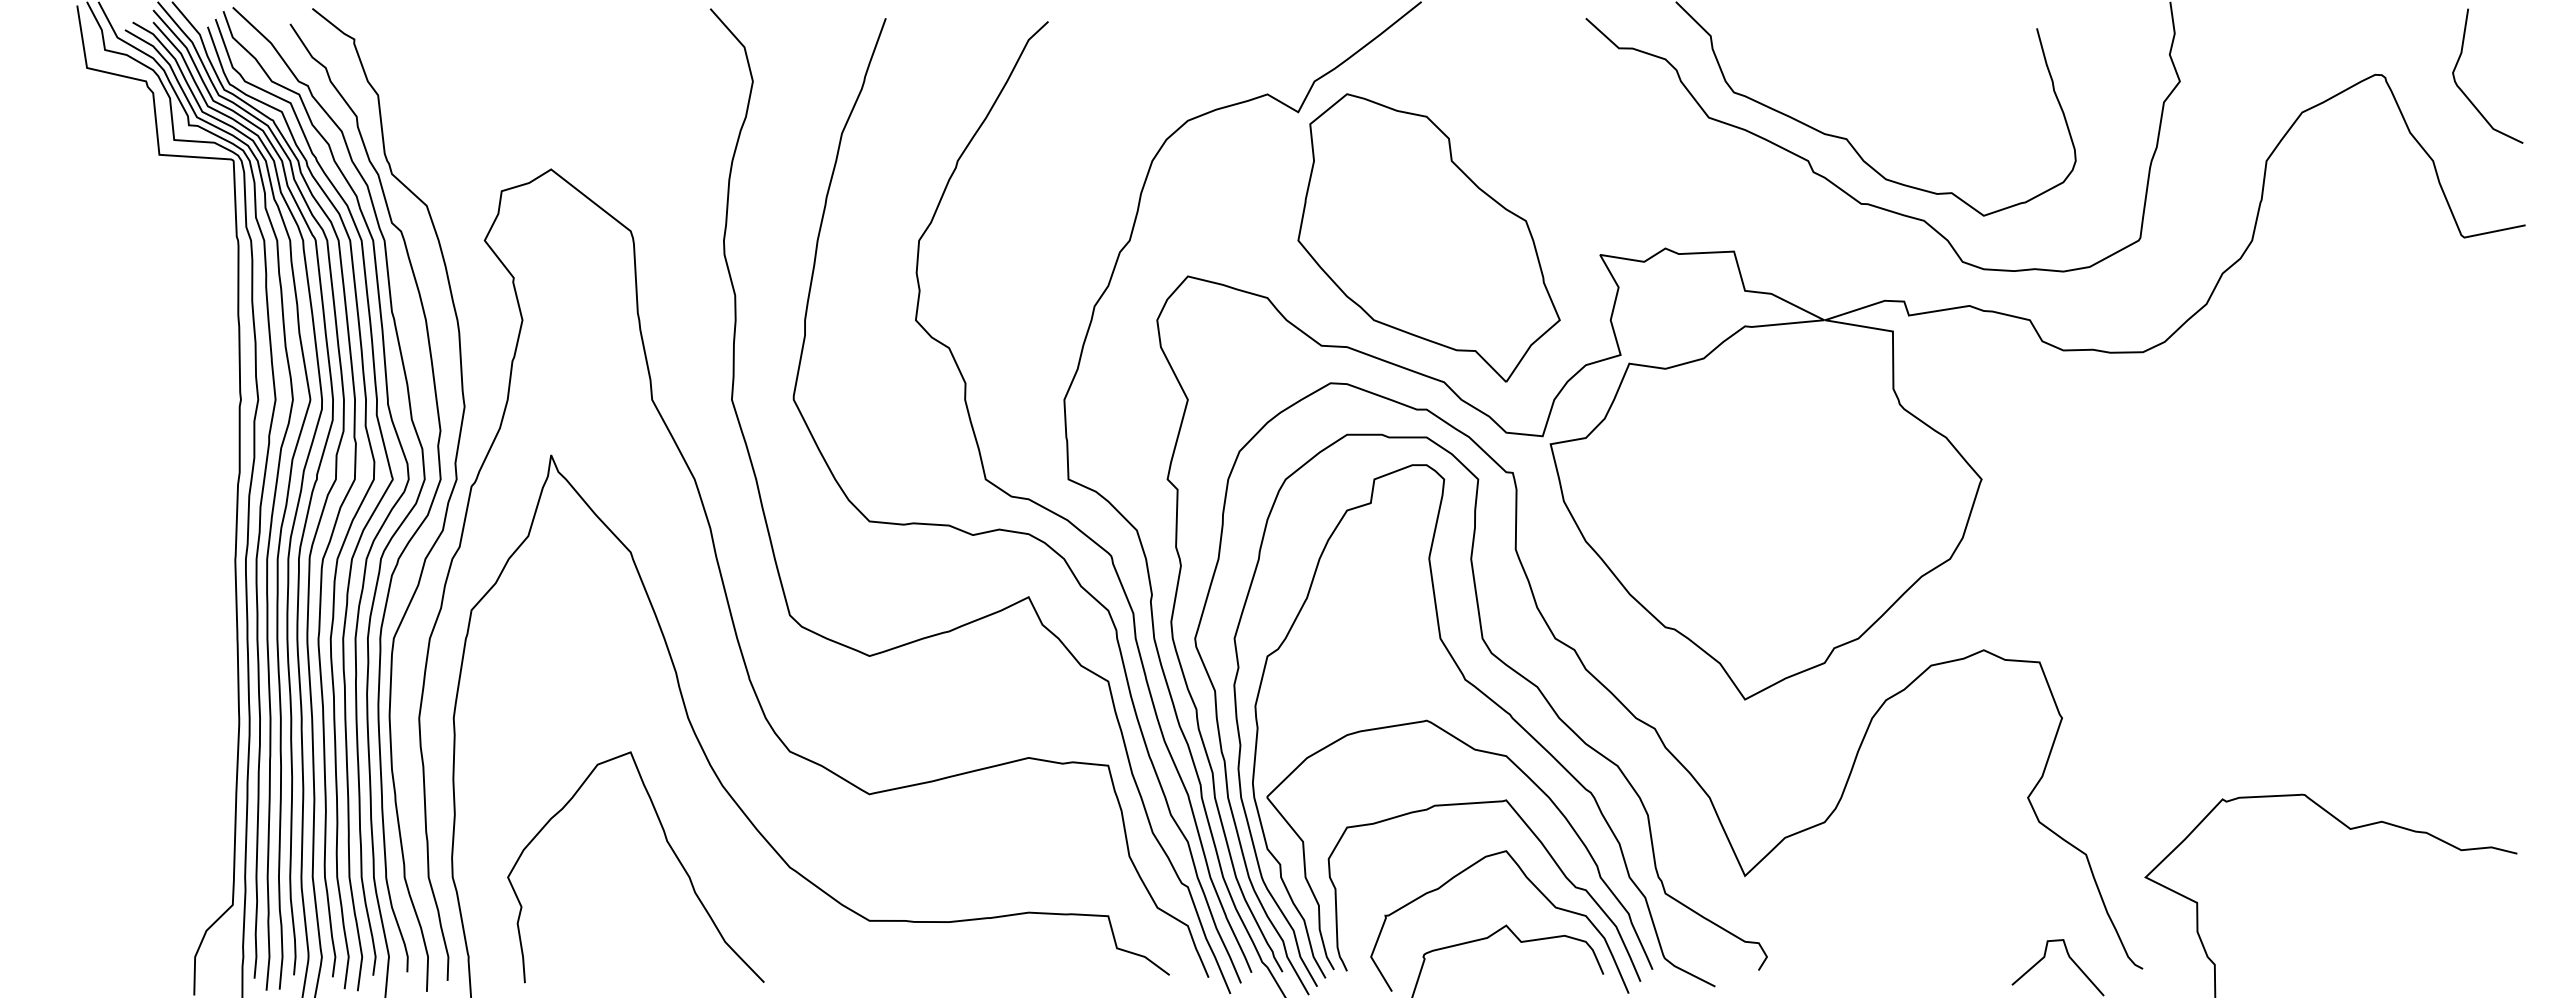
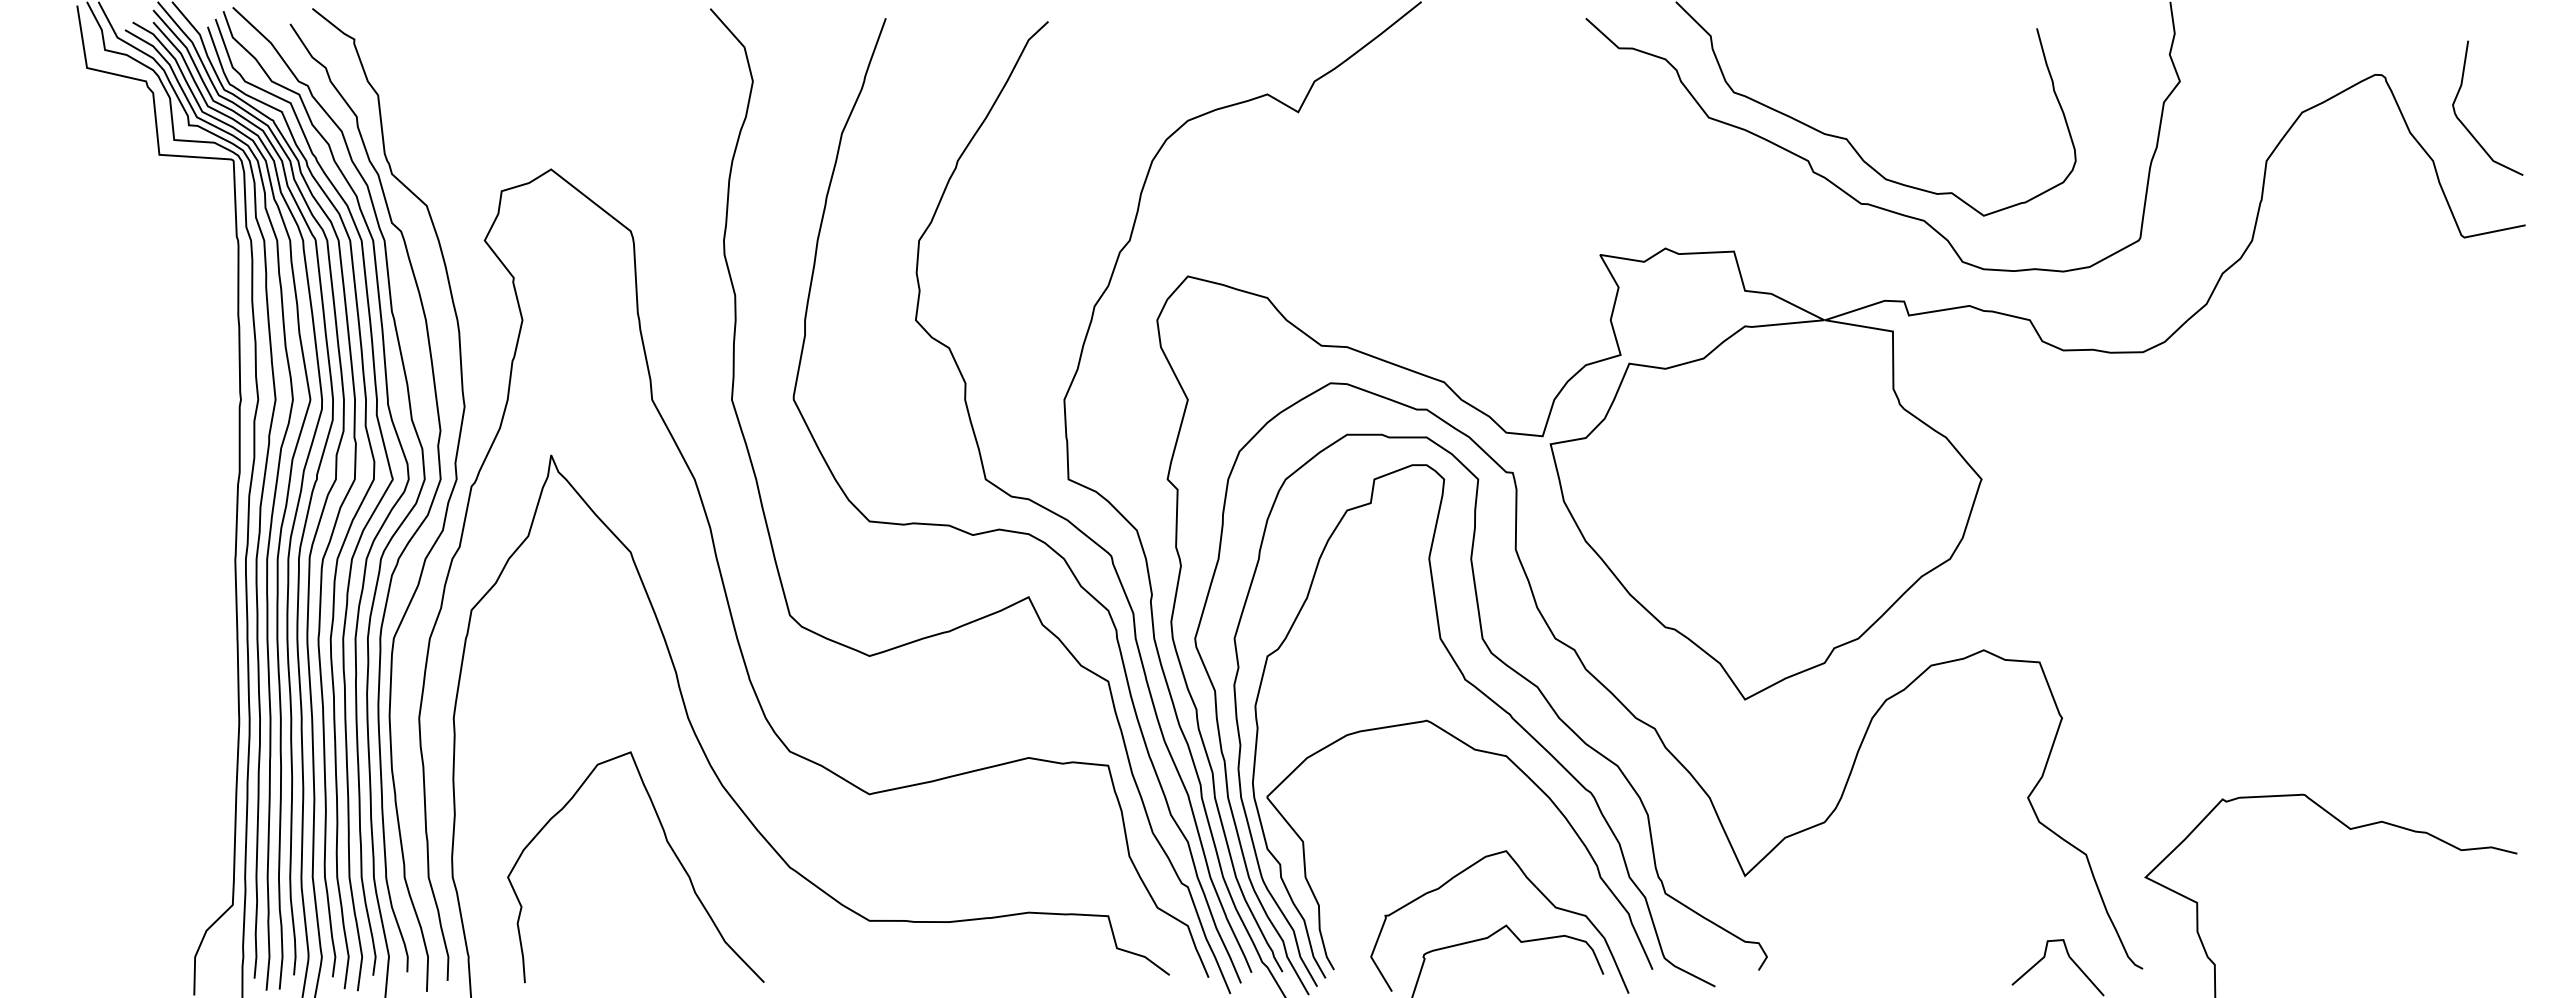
curve at (2465, 93) position: (2465, 93) -> (2465, 125)
part at (1428, 237): present -> none
curve at (1545, 850): present -> none
